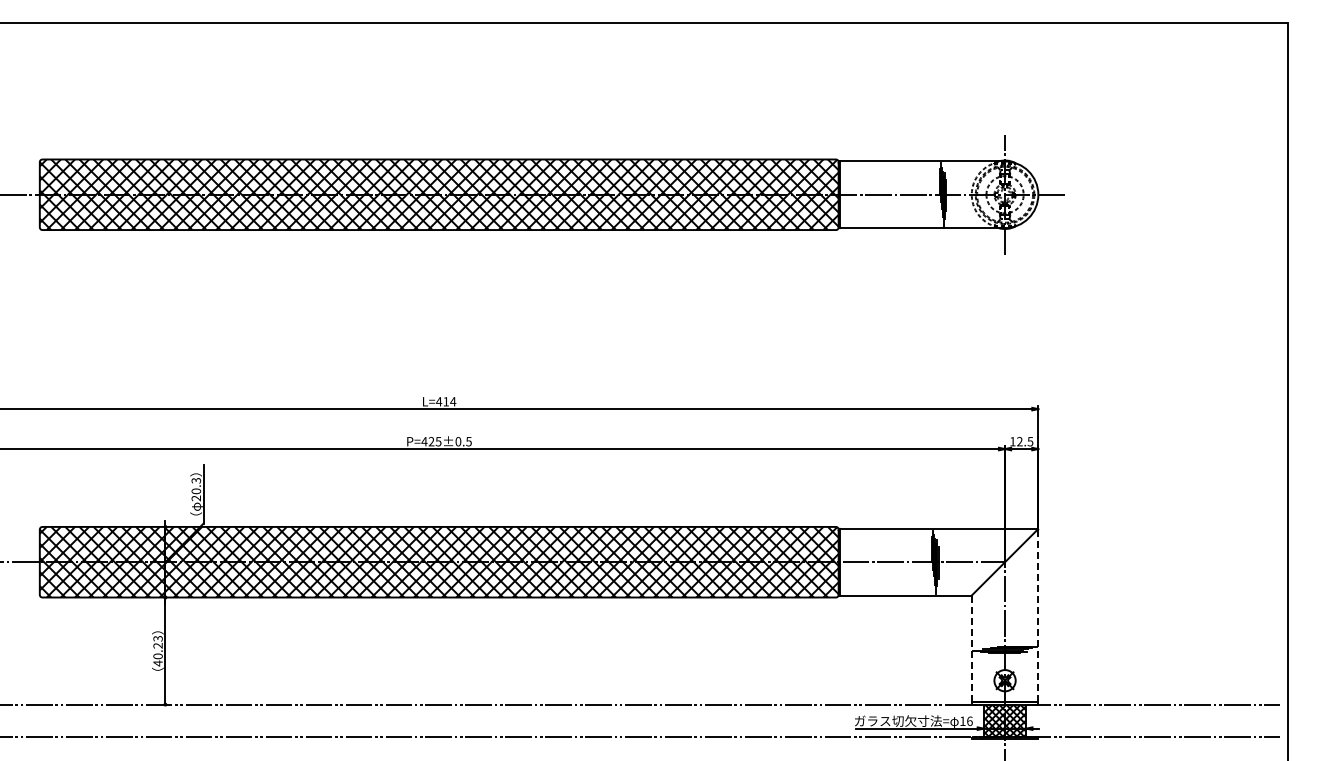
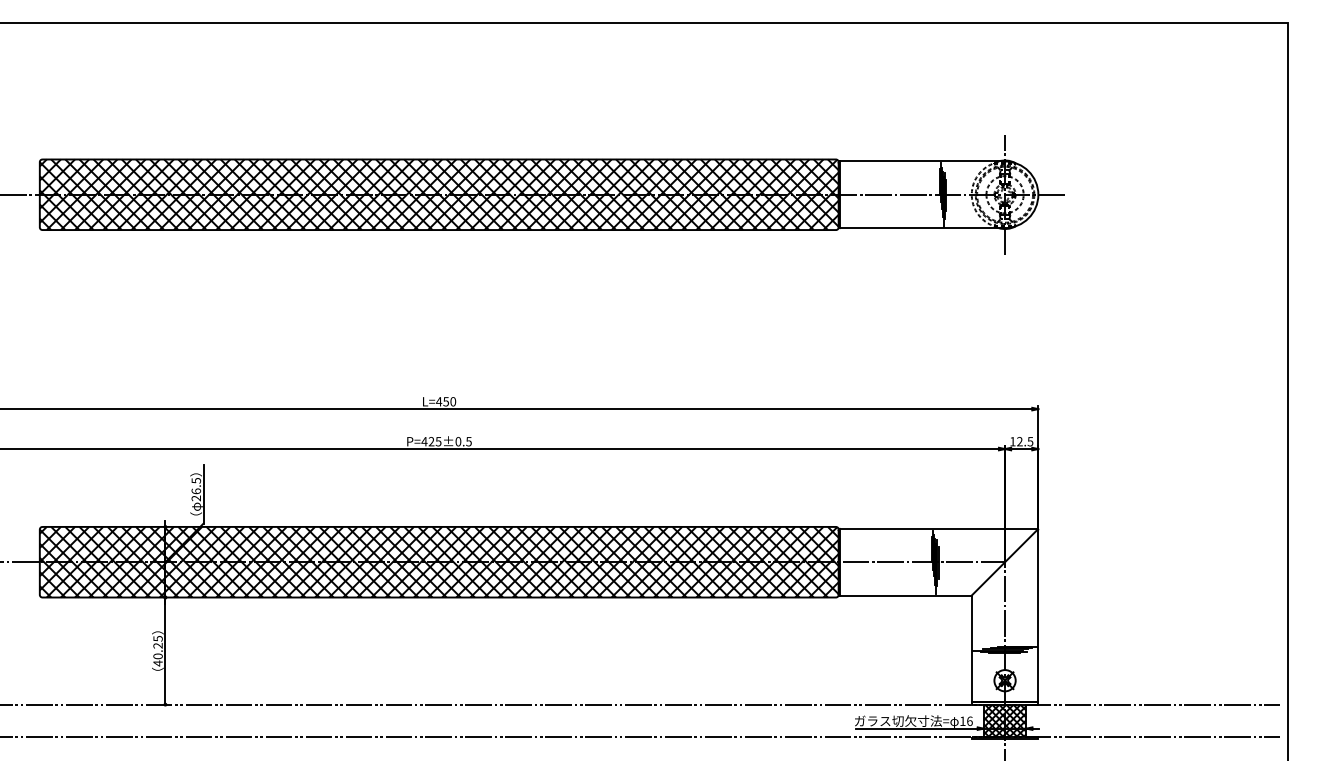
text at (449, 401): L=414 -> L=450
text at (195, 486): 20.3 -> 26.5
line at (1038, 616): dashed -> solid
text at (157, 638): 40.23 -> 40.25
line at (971, 648): dashed -> solid
